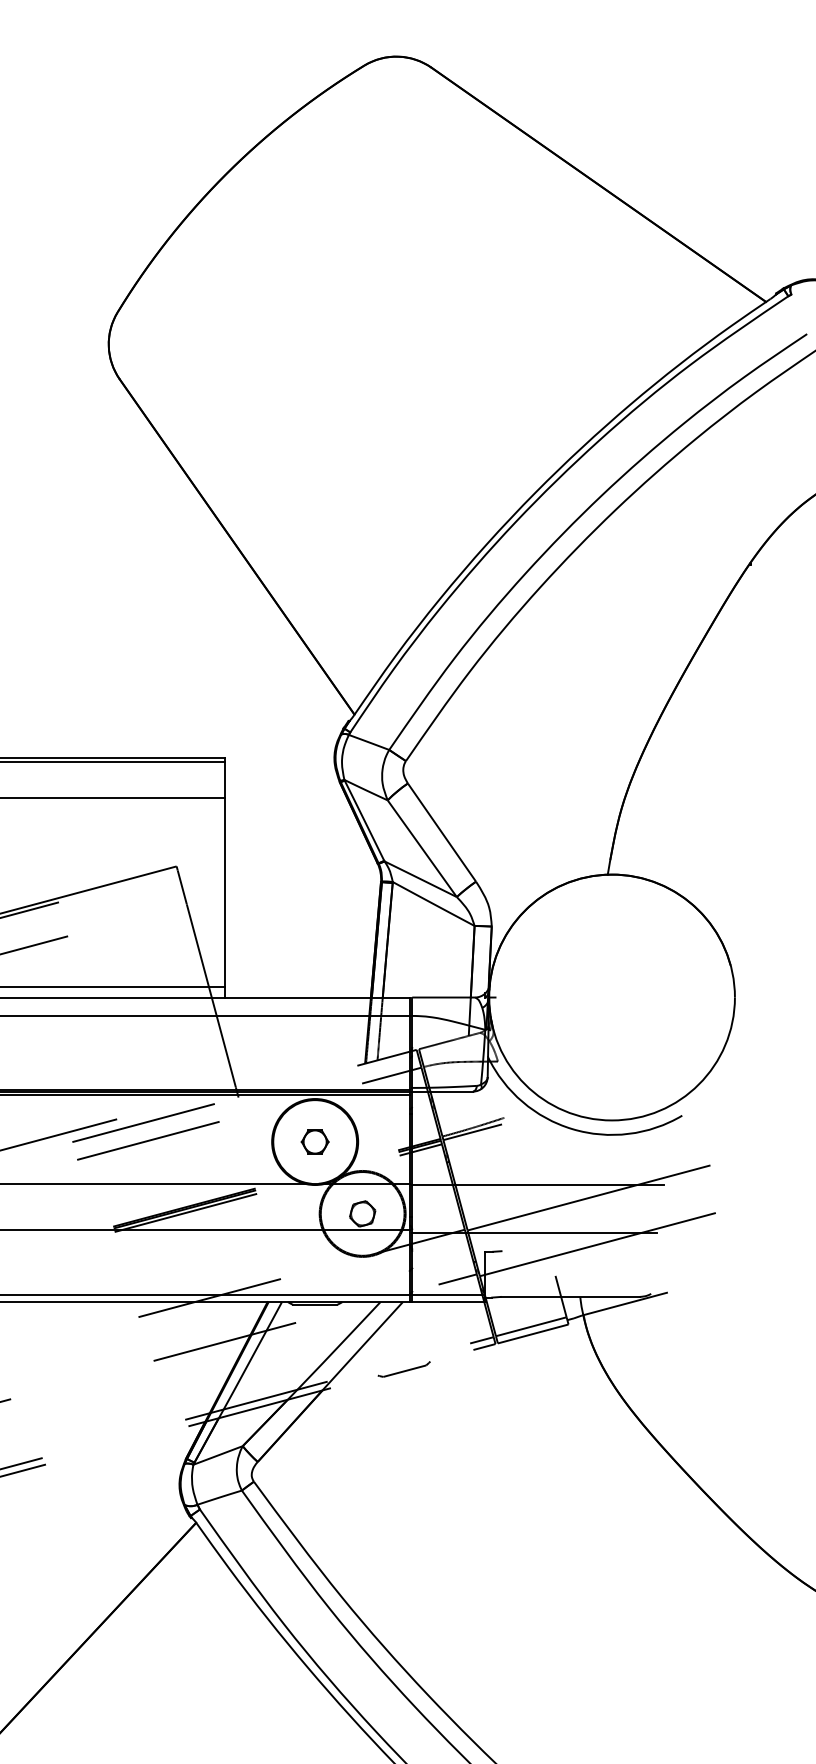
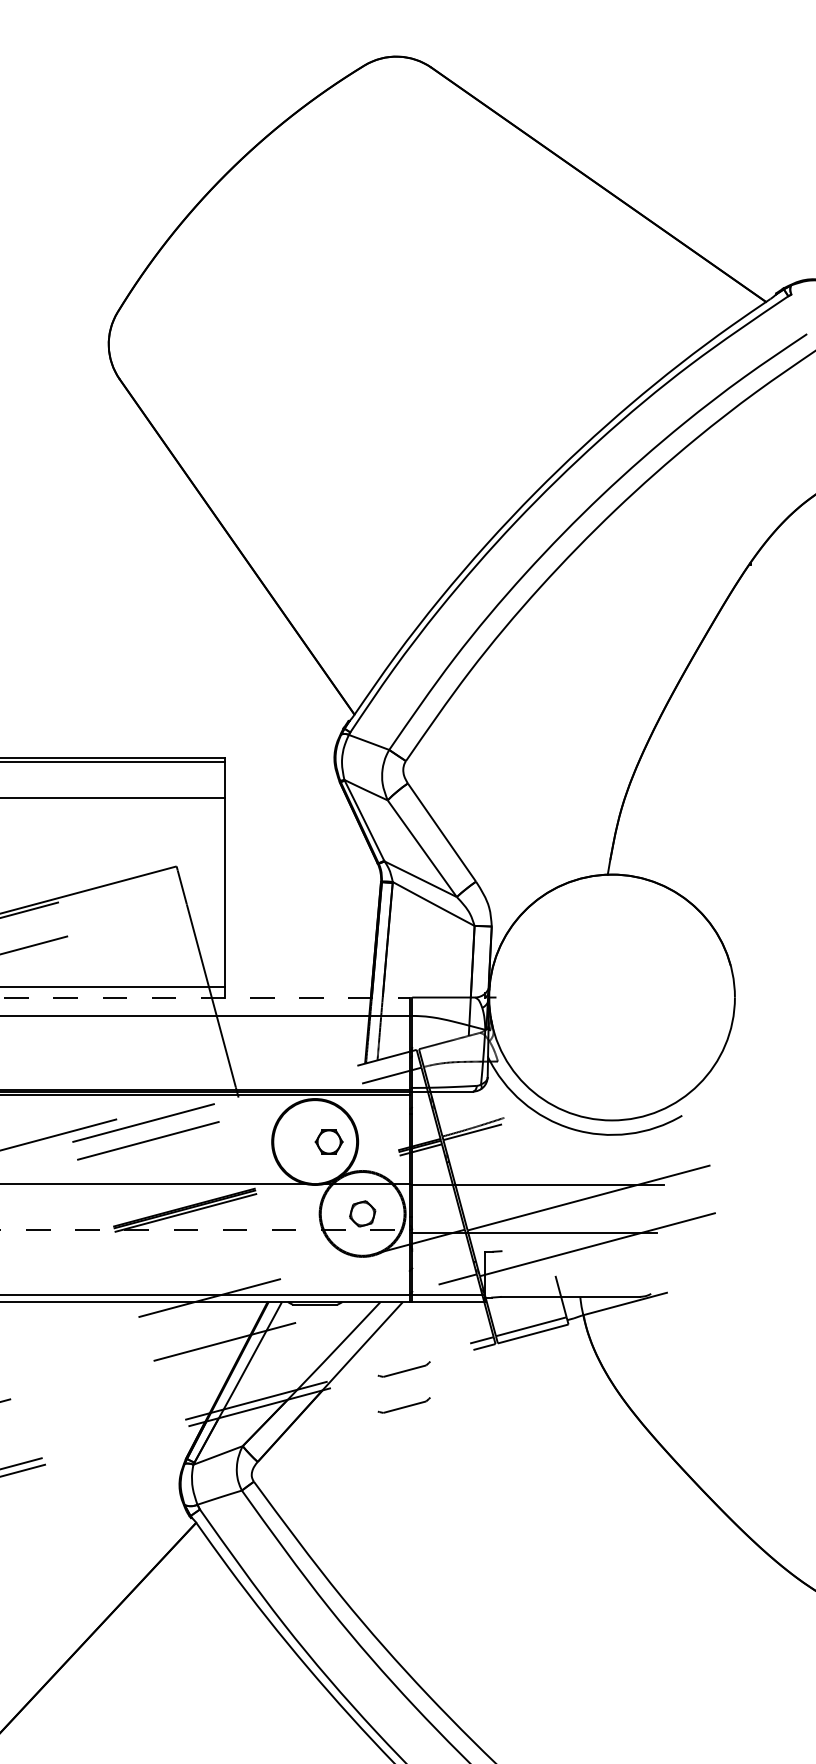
line at (205, 997): solid -> dashed
part at (314, 1141) position: (314, 1141) -> (328, 1141)
line at (205, 1229): solid -> dashed
part at (403, 1405): none -> present
